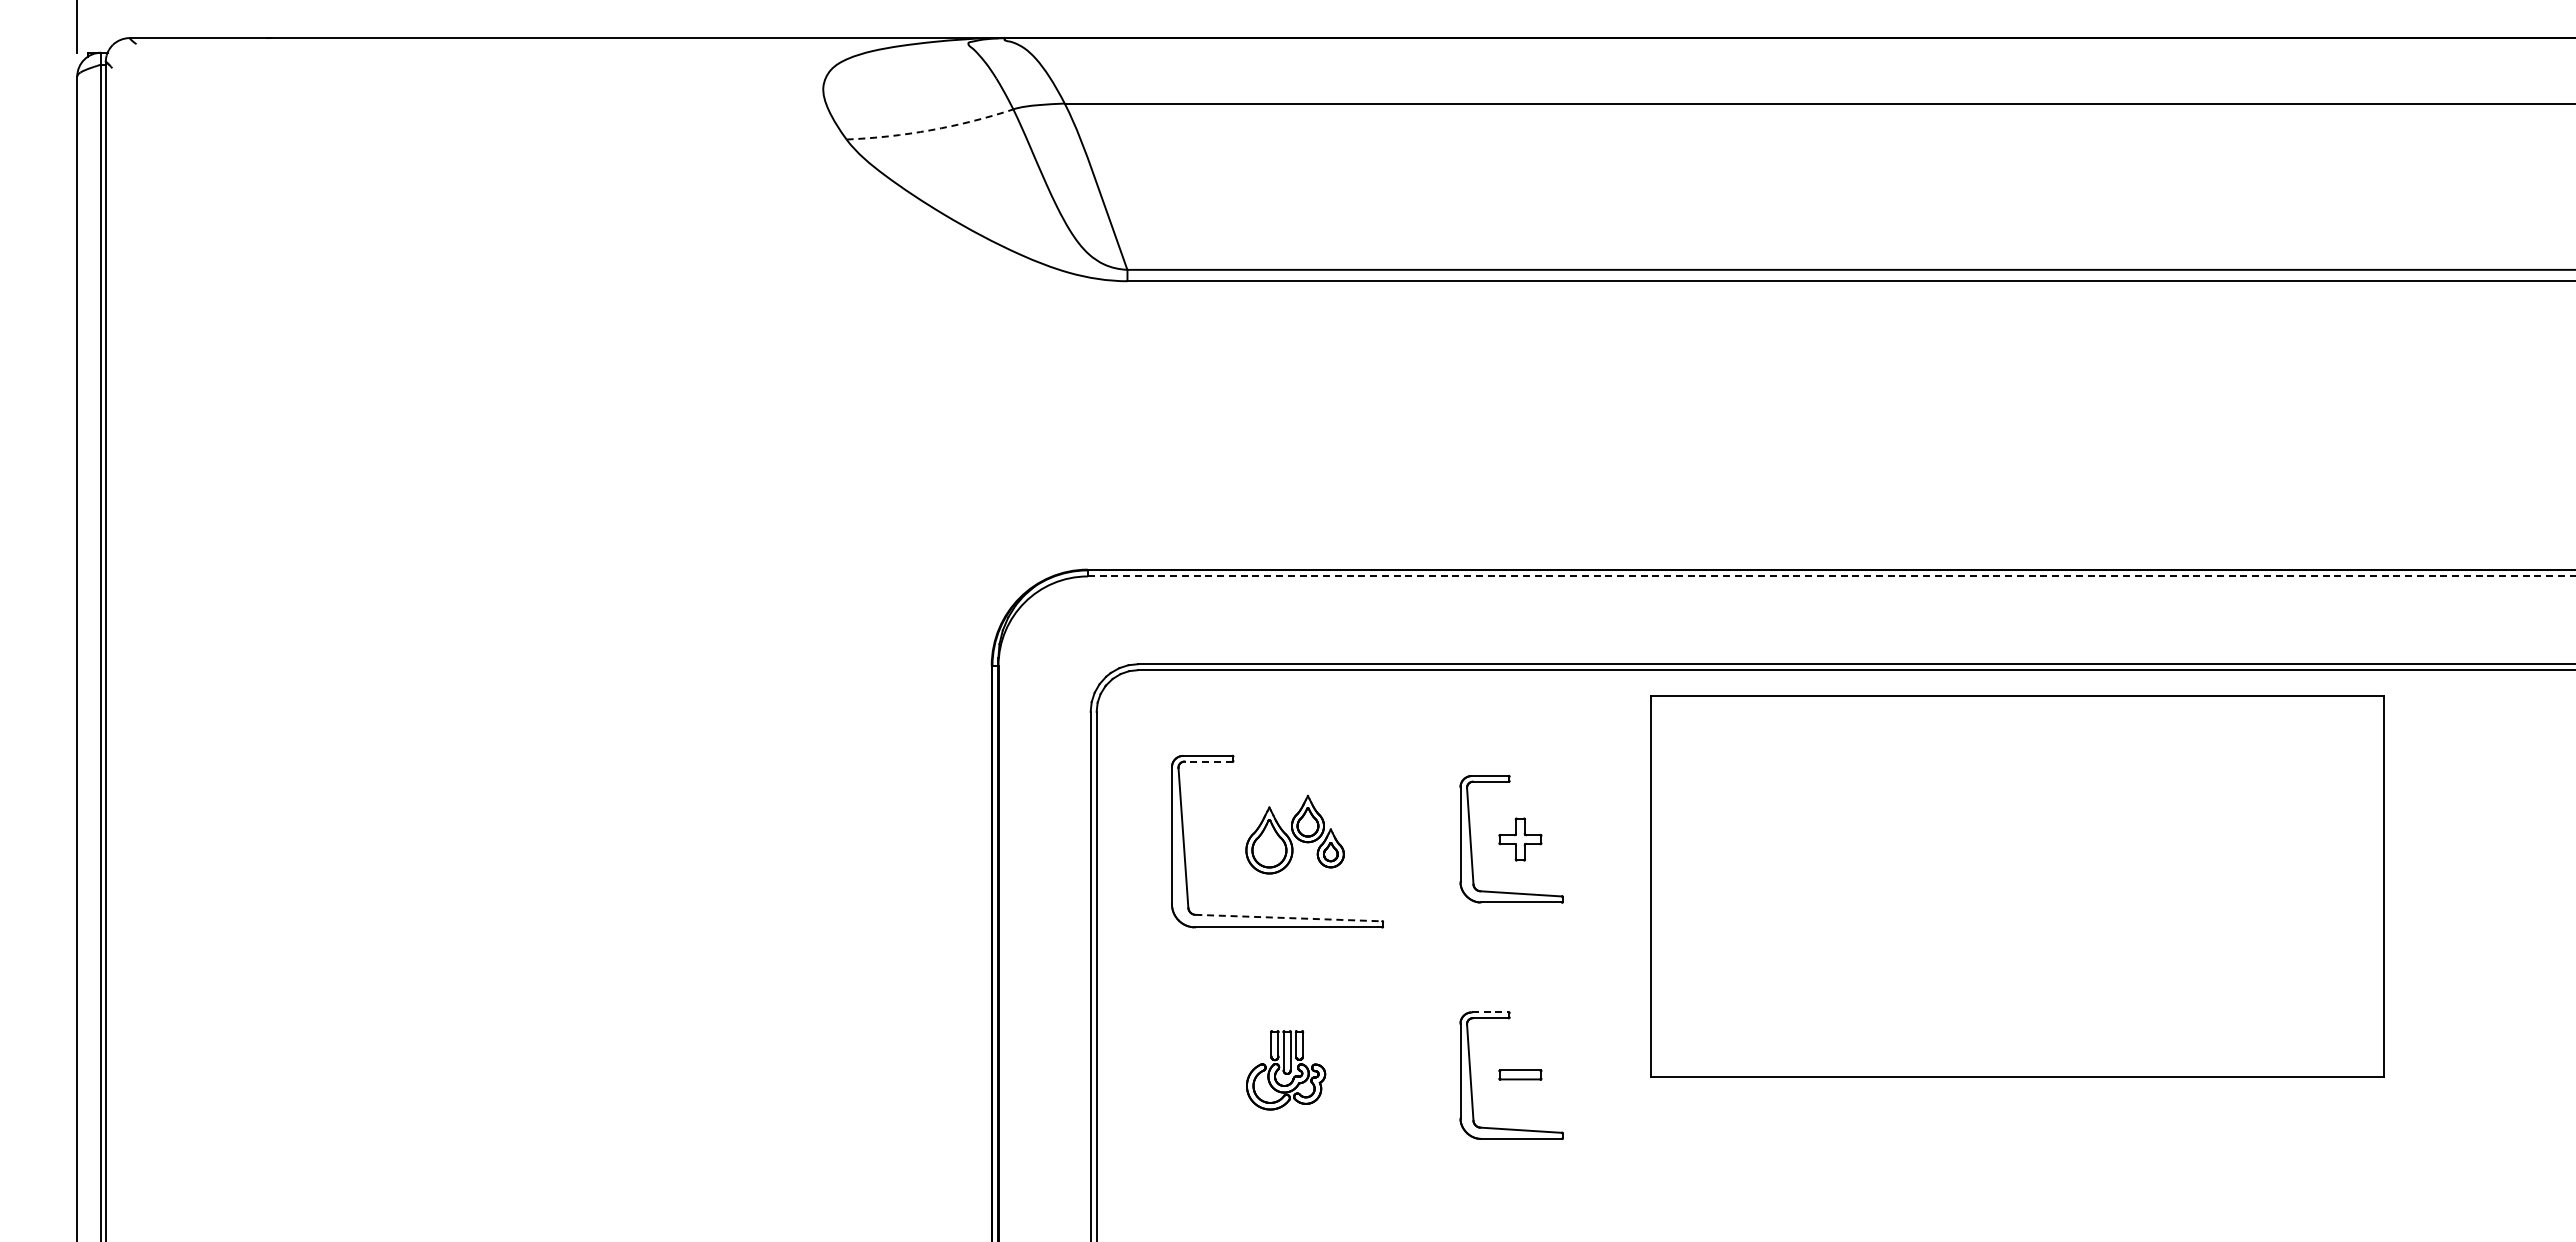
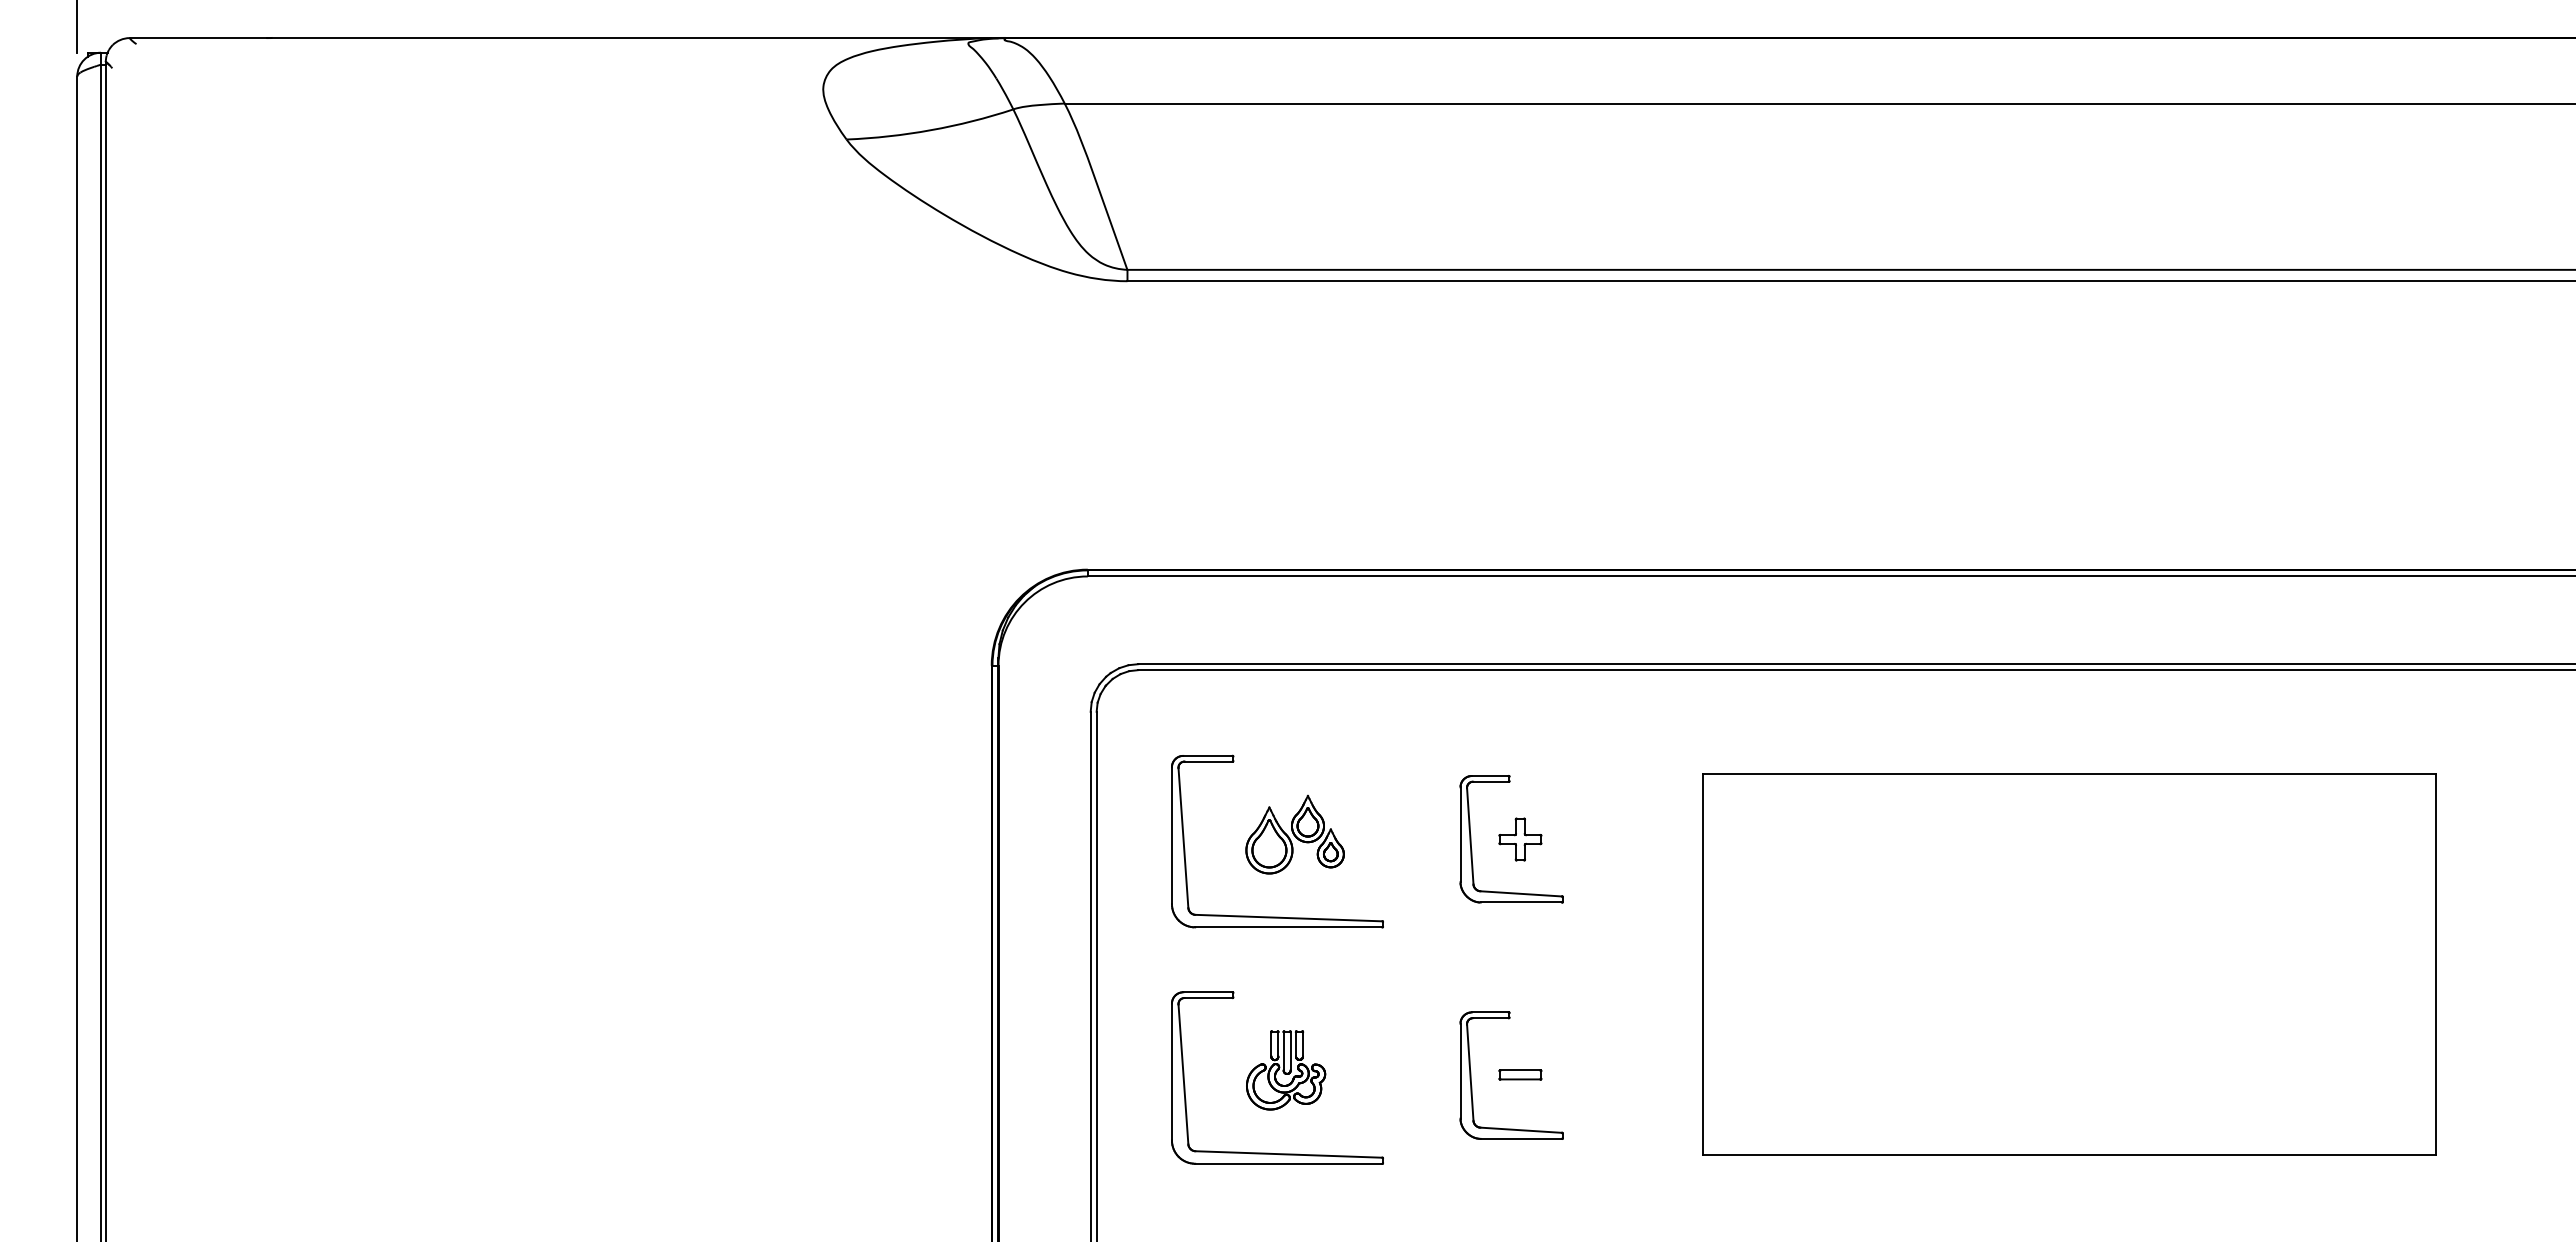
arc at (931, 130): dashed -> solid
line at (1831, 576): dashed -> solid
line at (1208, 761): dashed -> solid
part at (2017, 886) position: (2017, 886) -> (2069, 964)
line at (1288, 918): dashed -> solid
line at (1490, 1012): dashed -> solid
part at (1270, 1152): none -> present
